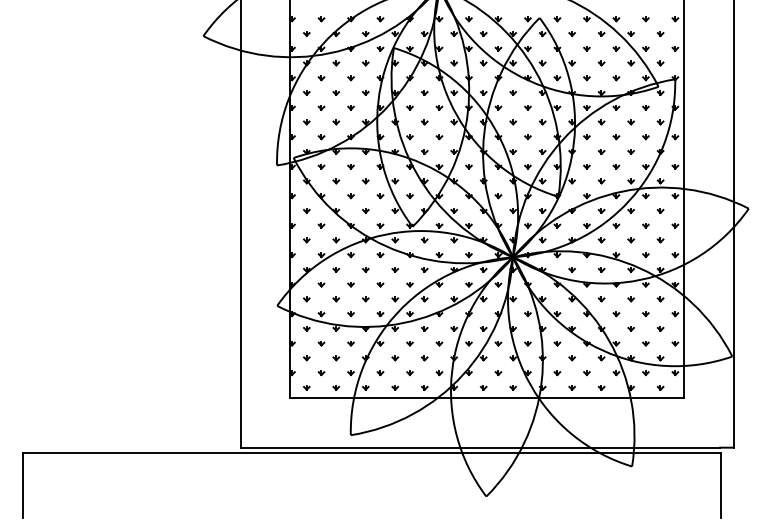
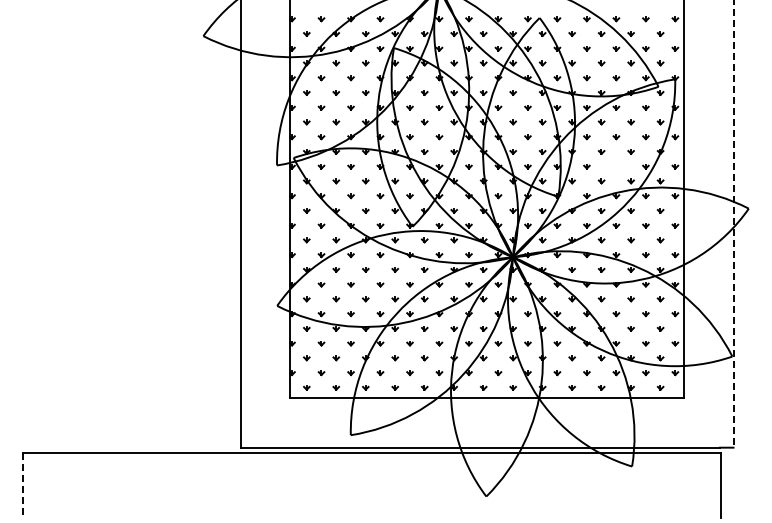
part at (616, 166): present -> none
line at (733, 223): solid -> dashed
line at (23, 485): solid -> dashed
